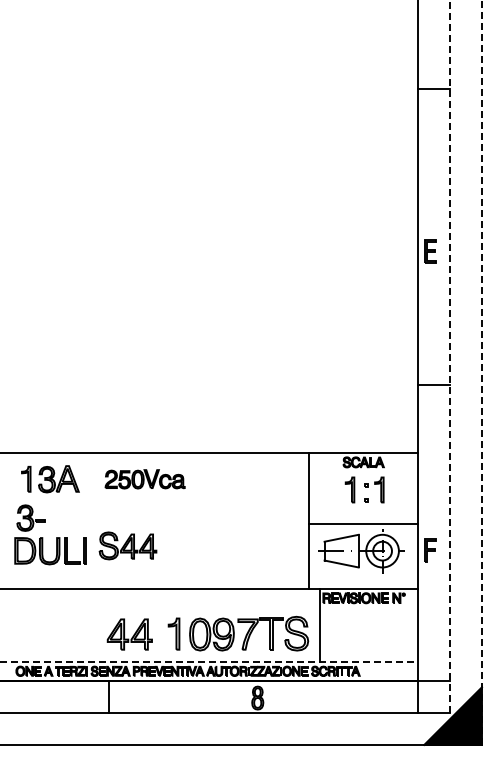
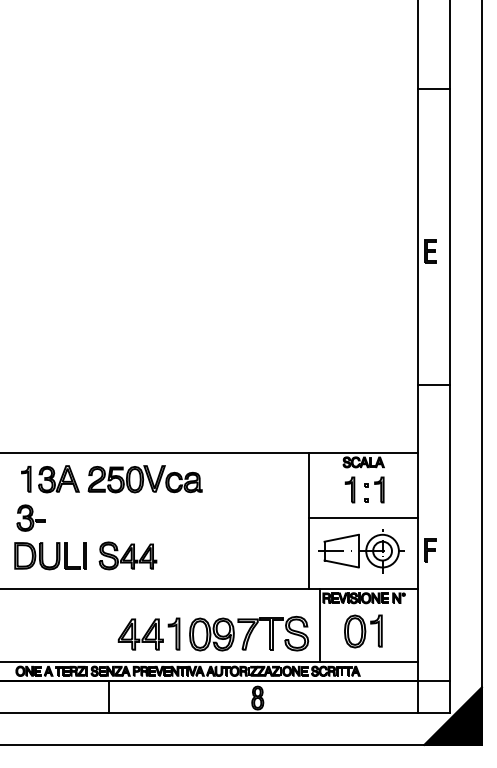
line at (449, 355): dashed -> solid
line at (481, 372): dashed -> solid
part at (144, 479) size: 82x21 px -> 116x29 px
line at (362, 524) position: (362, 524) -> (362, 518)
part at (127, 545) position: (127, 545) -> (127, 555)
part at (50, 551) position: (50, 551) -> (50, 556)
part at (363, 631): none -> present
part at (129, 634) position: (129, 634) -> (140, 634)
line at (208, 661): dashed -> solid
